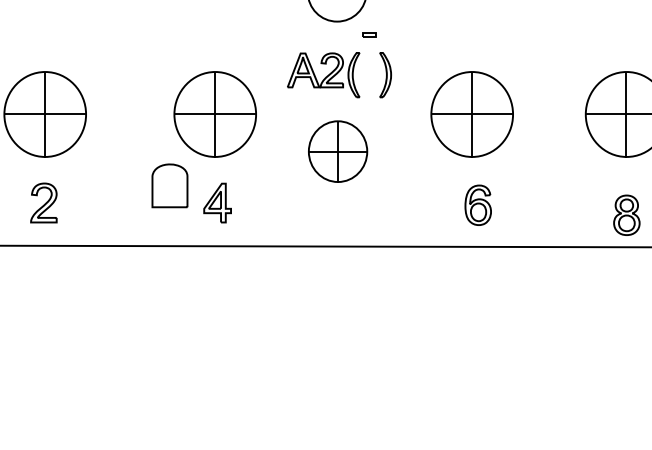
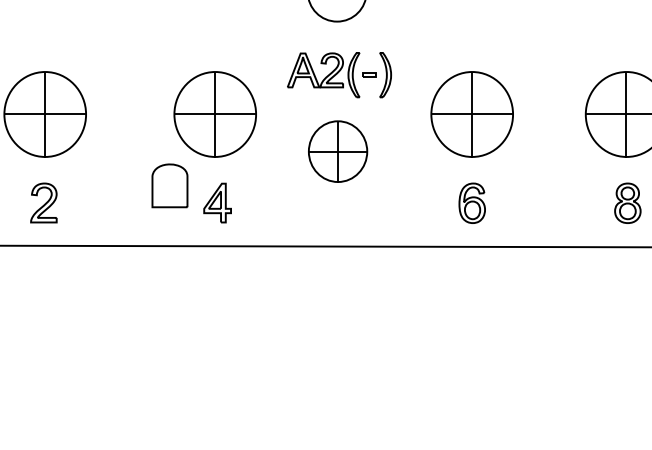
part at (369, 34) position: (369, 34) -> (369, 74)
part at (477, 204) position: (477, 204) -> (471, 202)
part at (626, 214) position: (626, 214) -> (627, 202)
